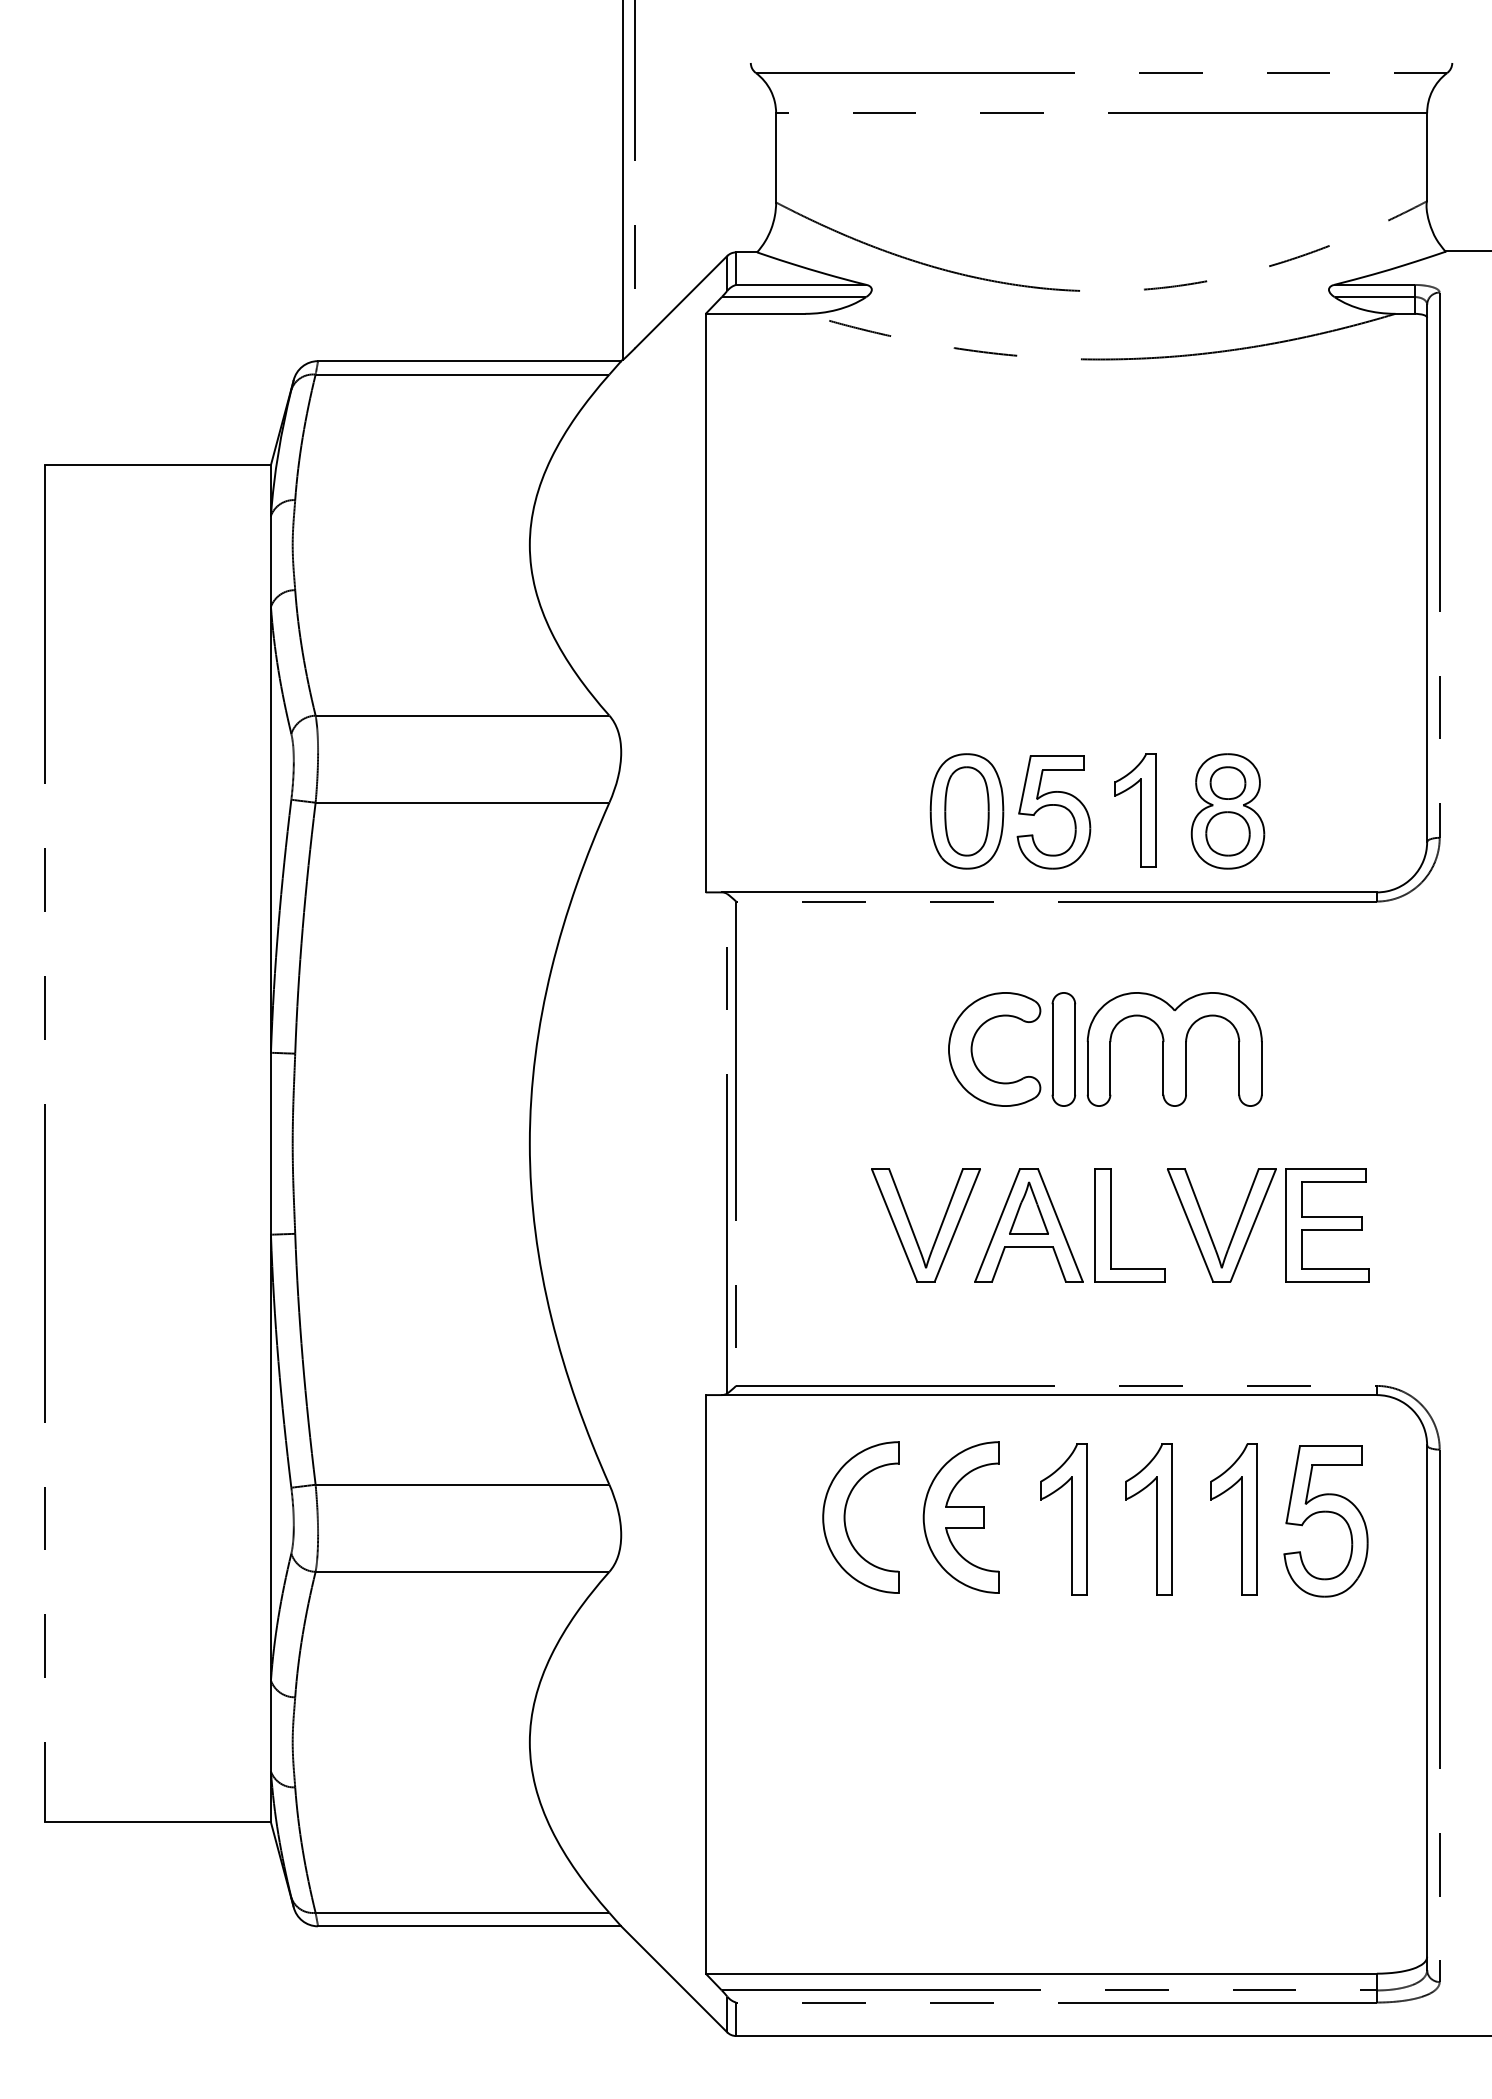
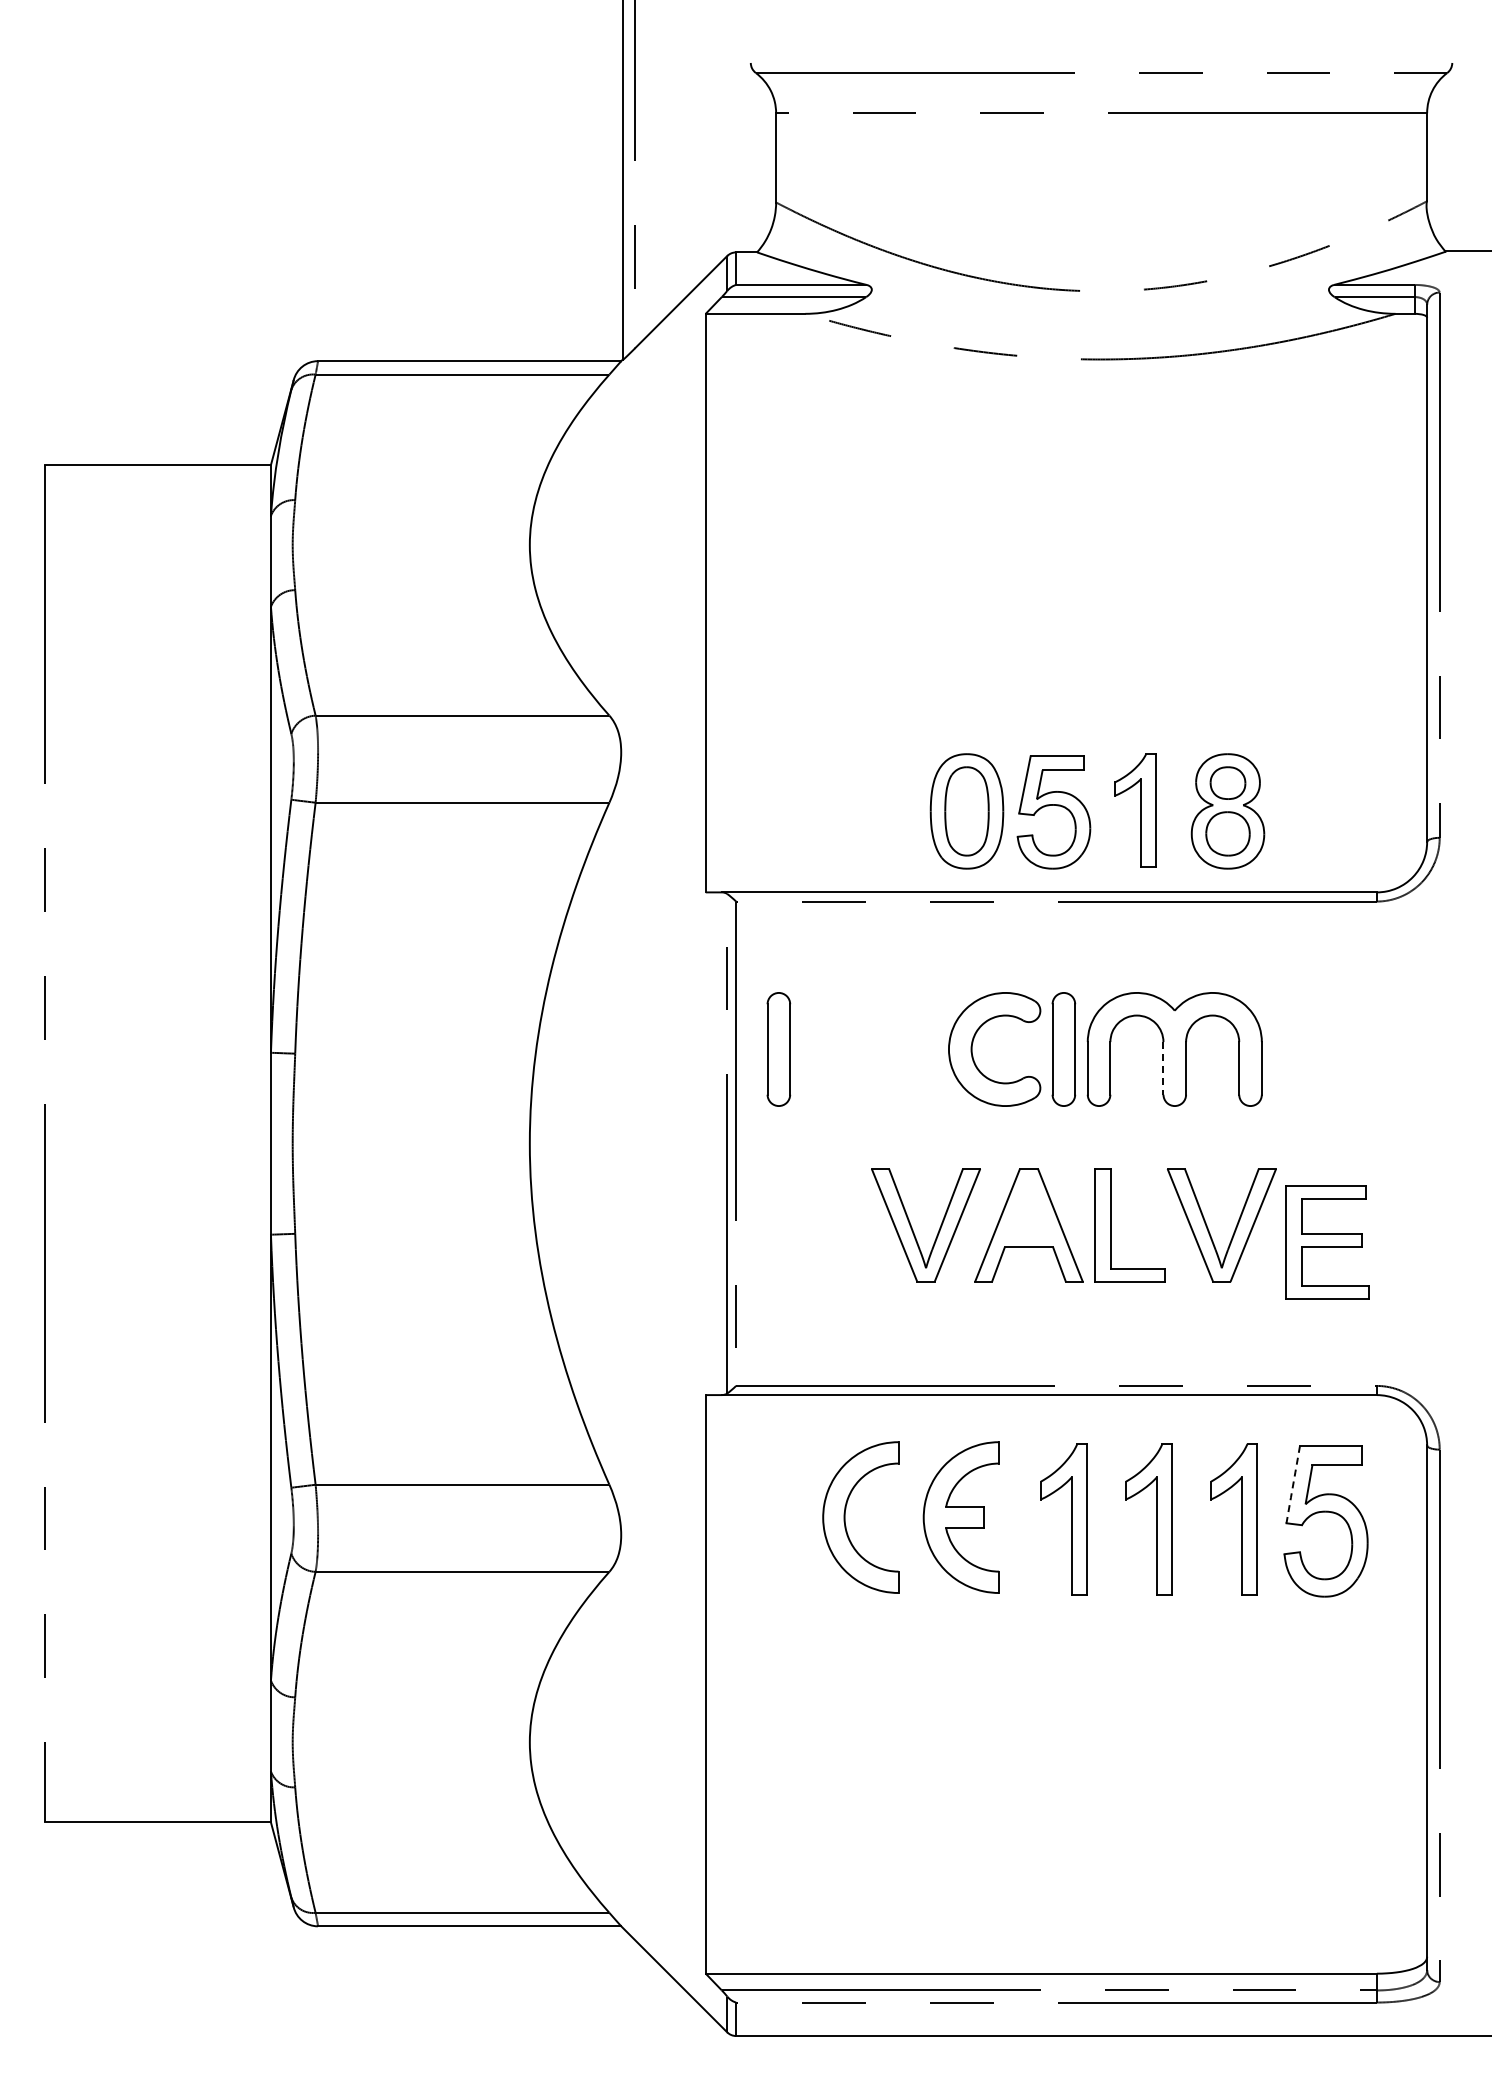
part at (778, 1049): none -> present
line at (1163, 1068): solid -> dashed
part at (1028, 1207): present -> none
part at (1327, 1225) position: (1327, 1225) -> (1327, 1242)
line at (1293, 1484): solid -> dashed
